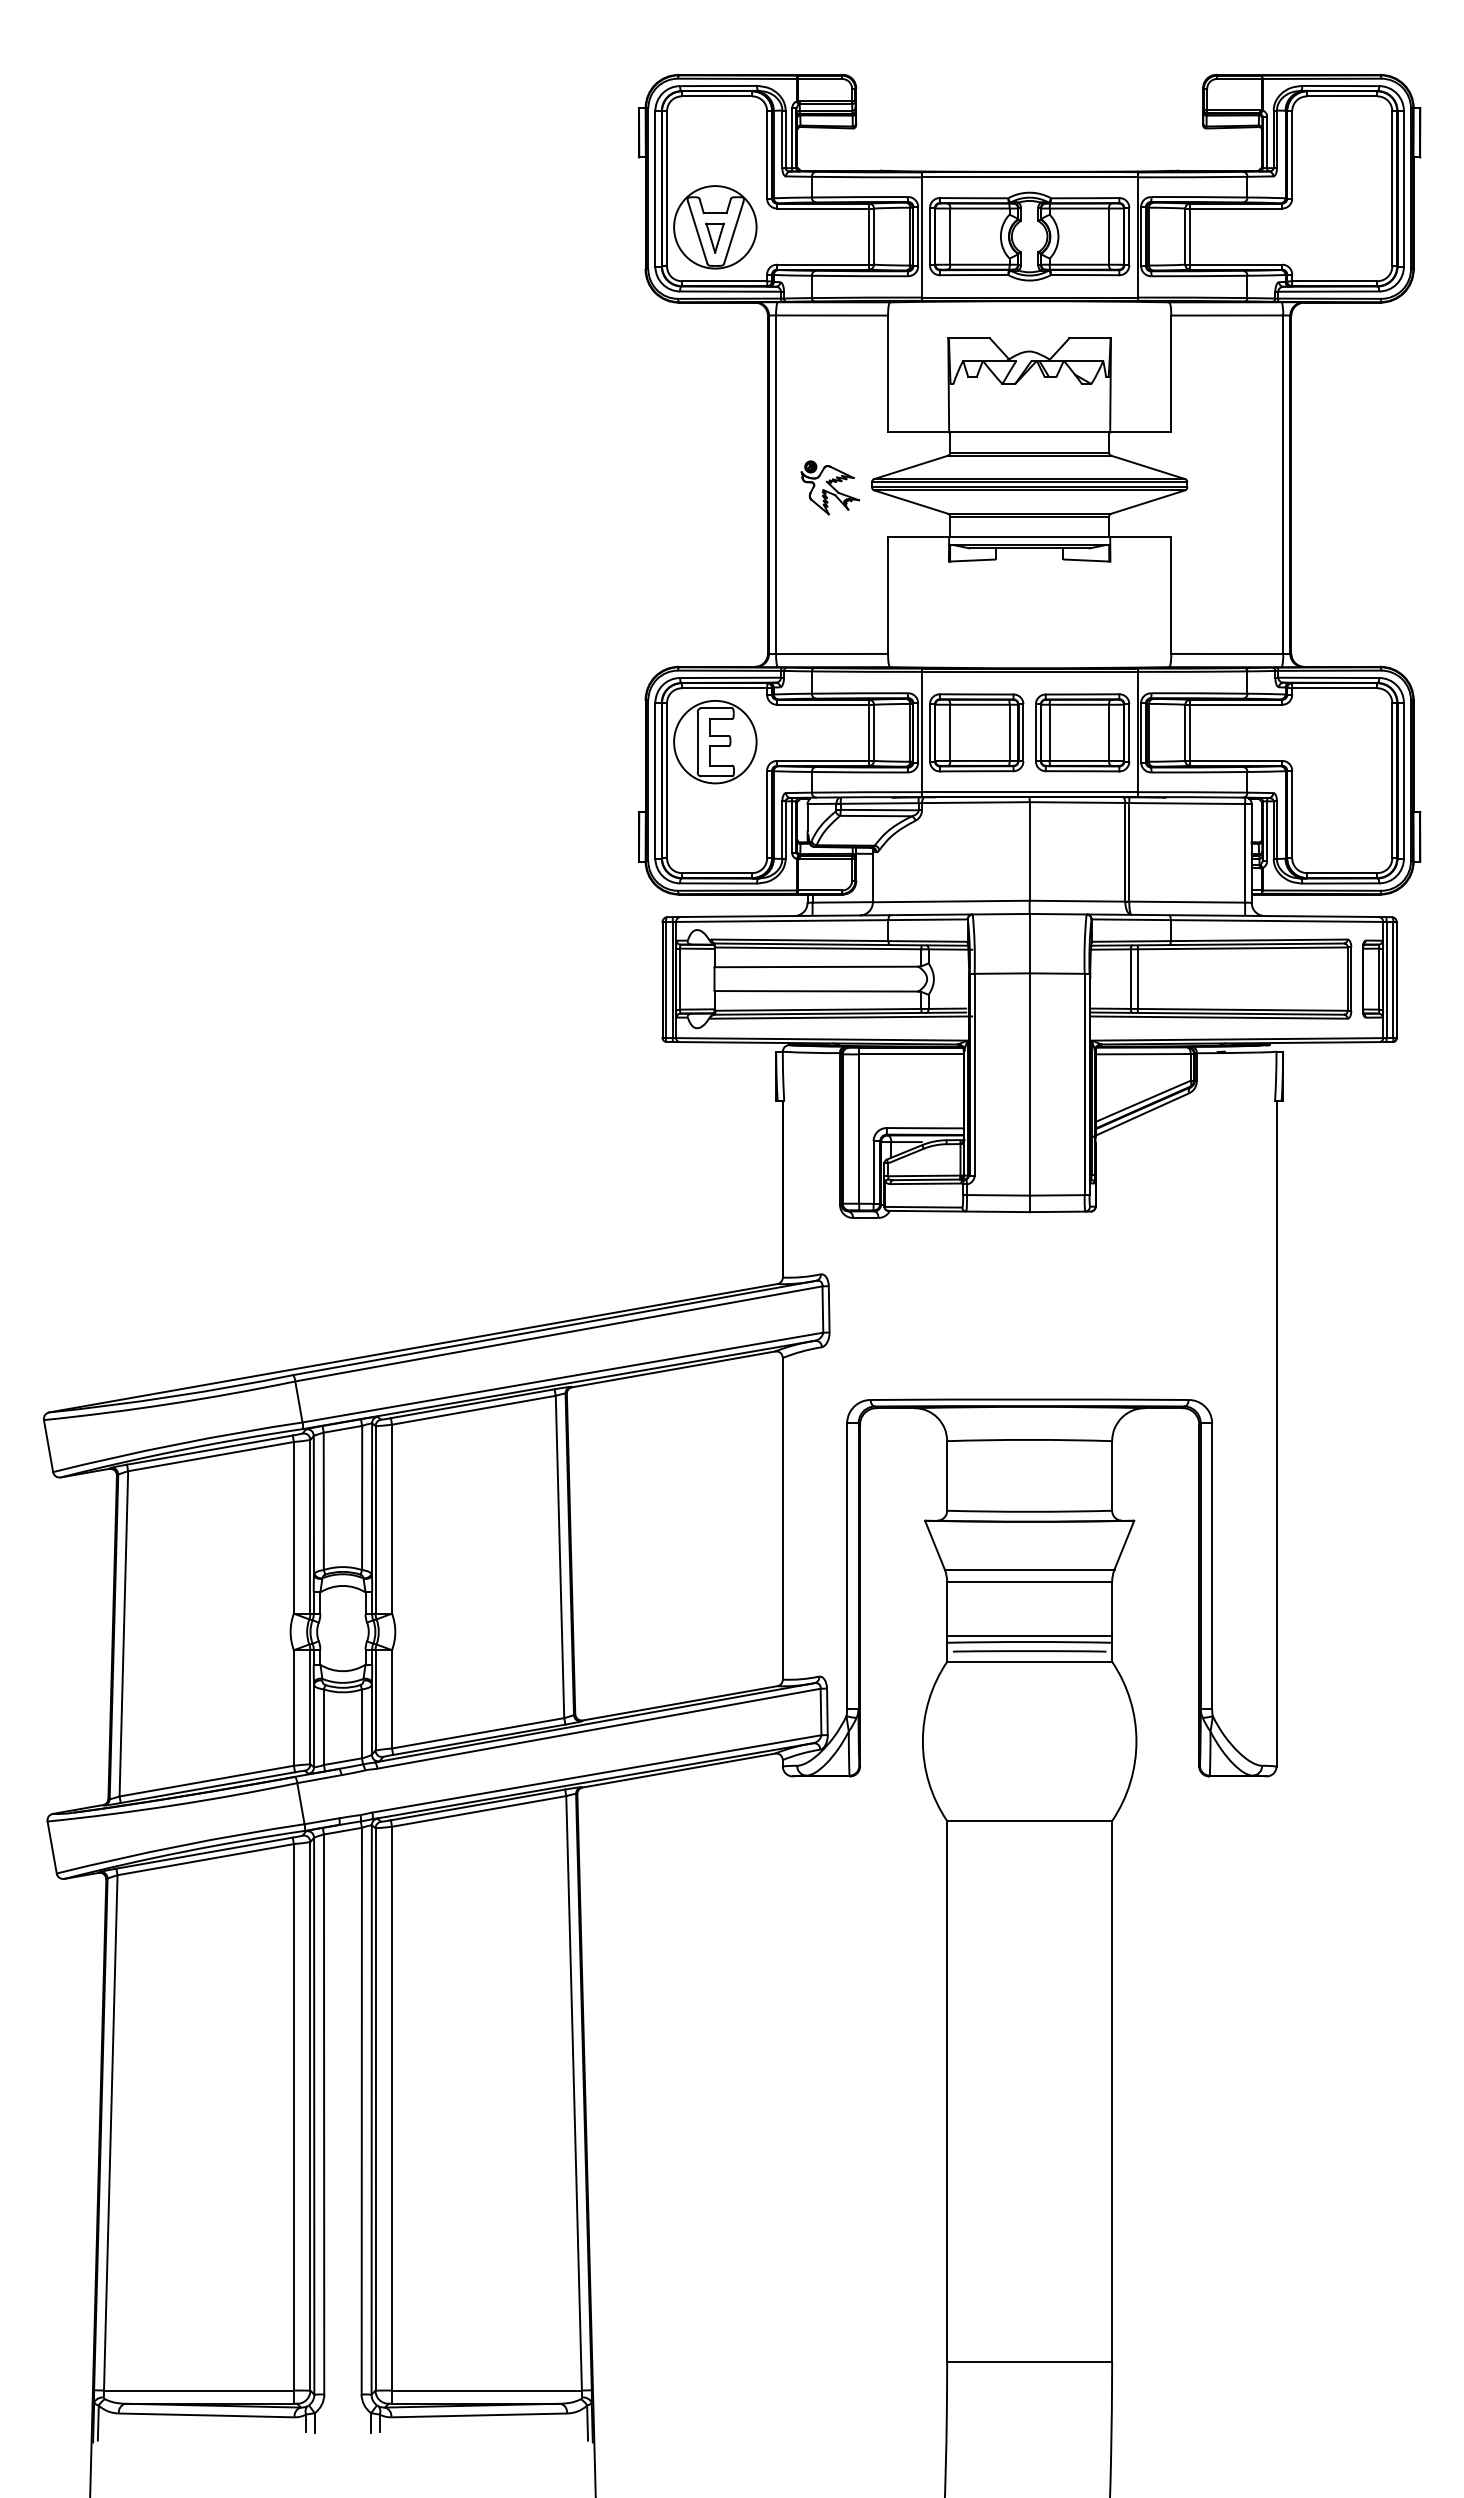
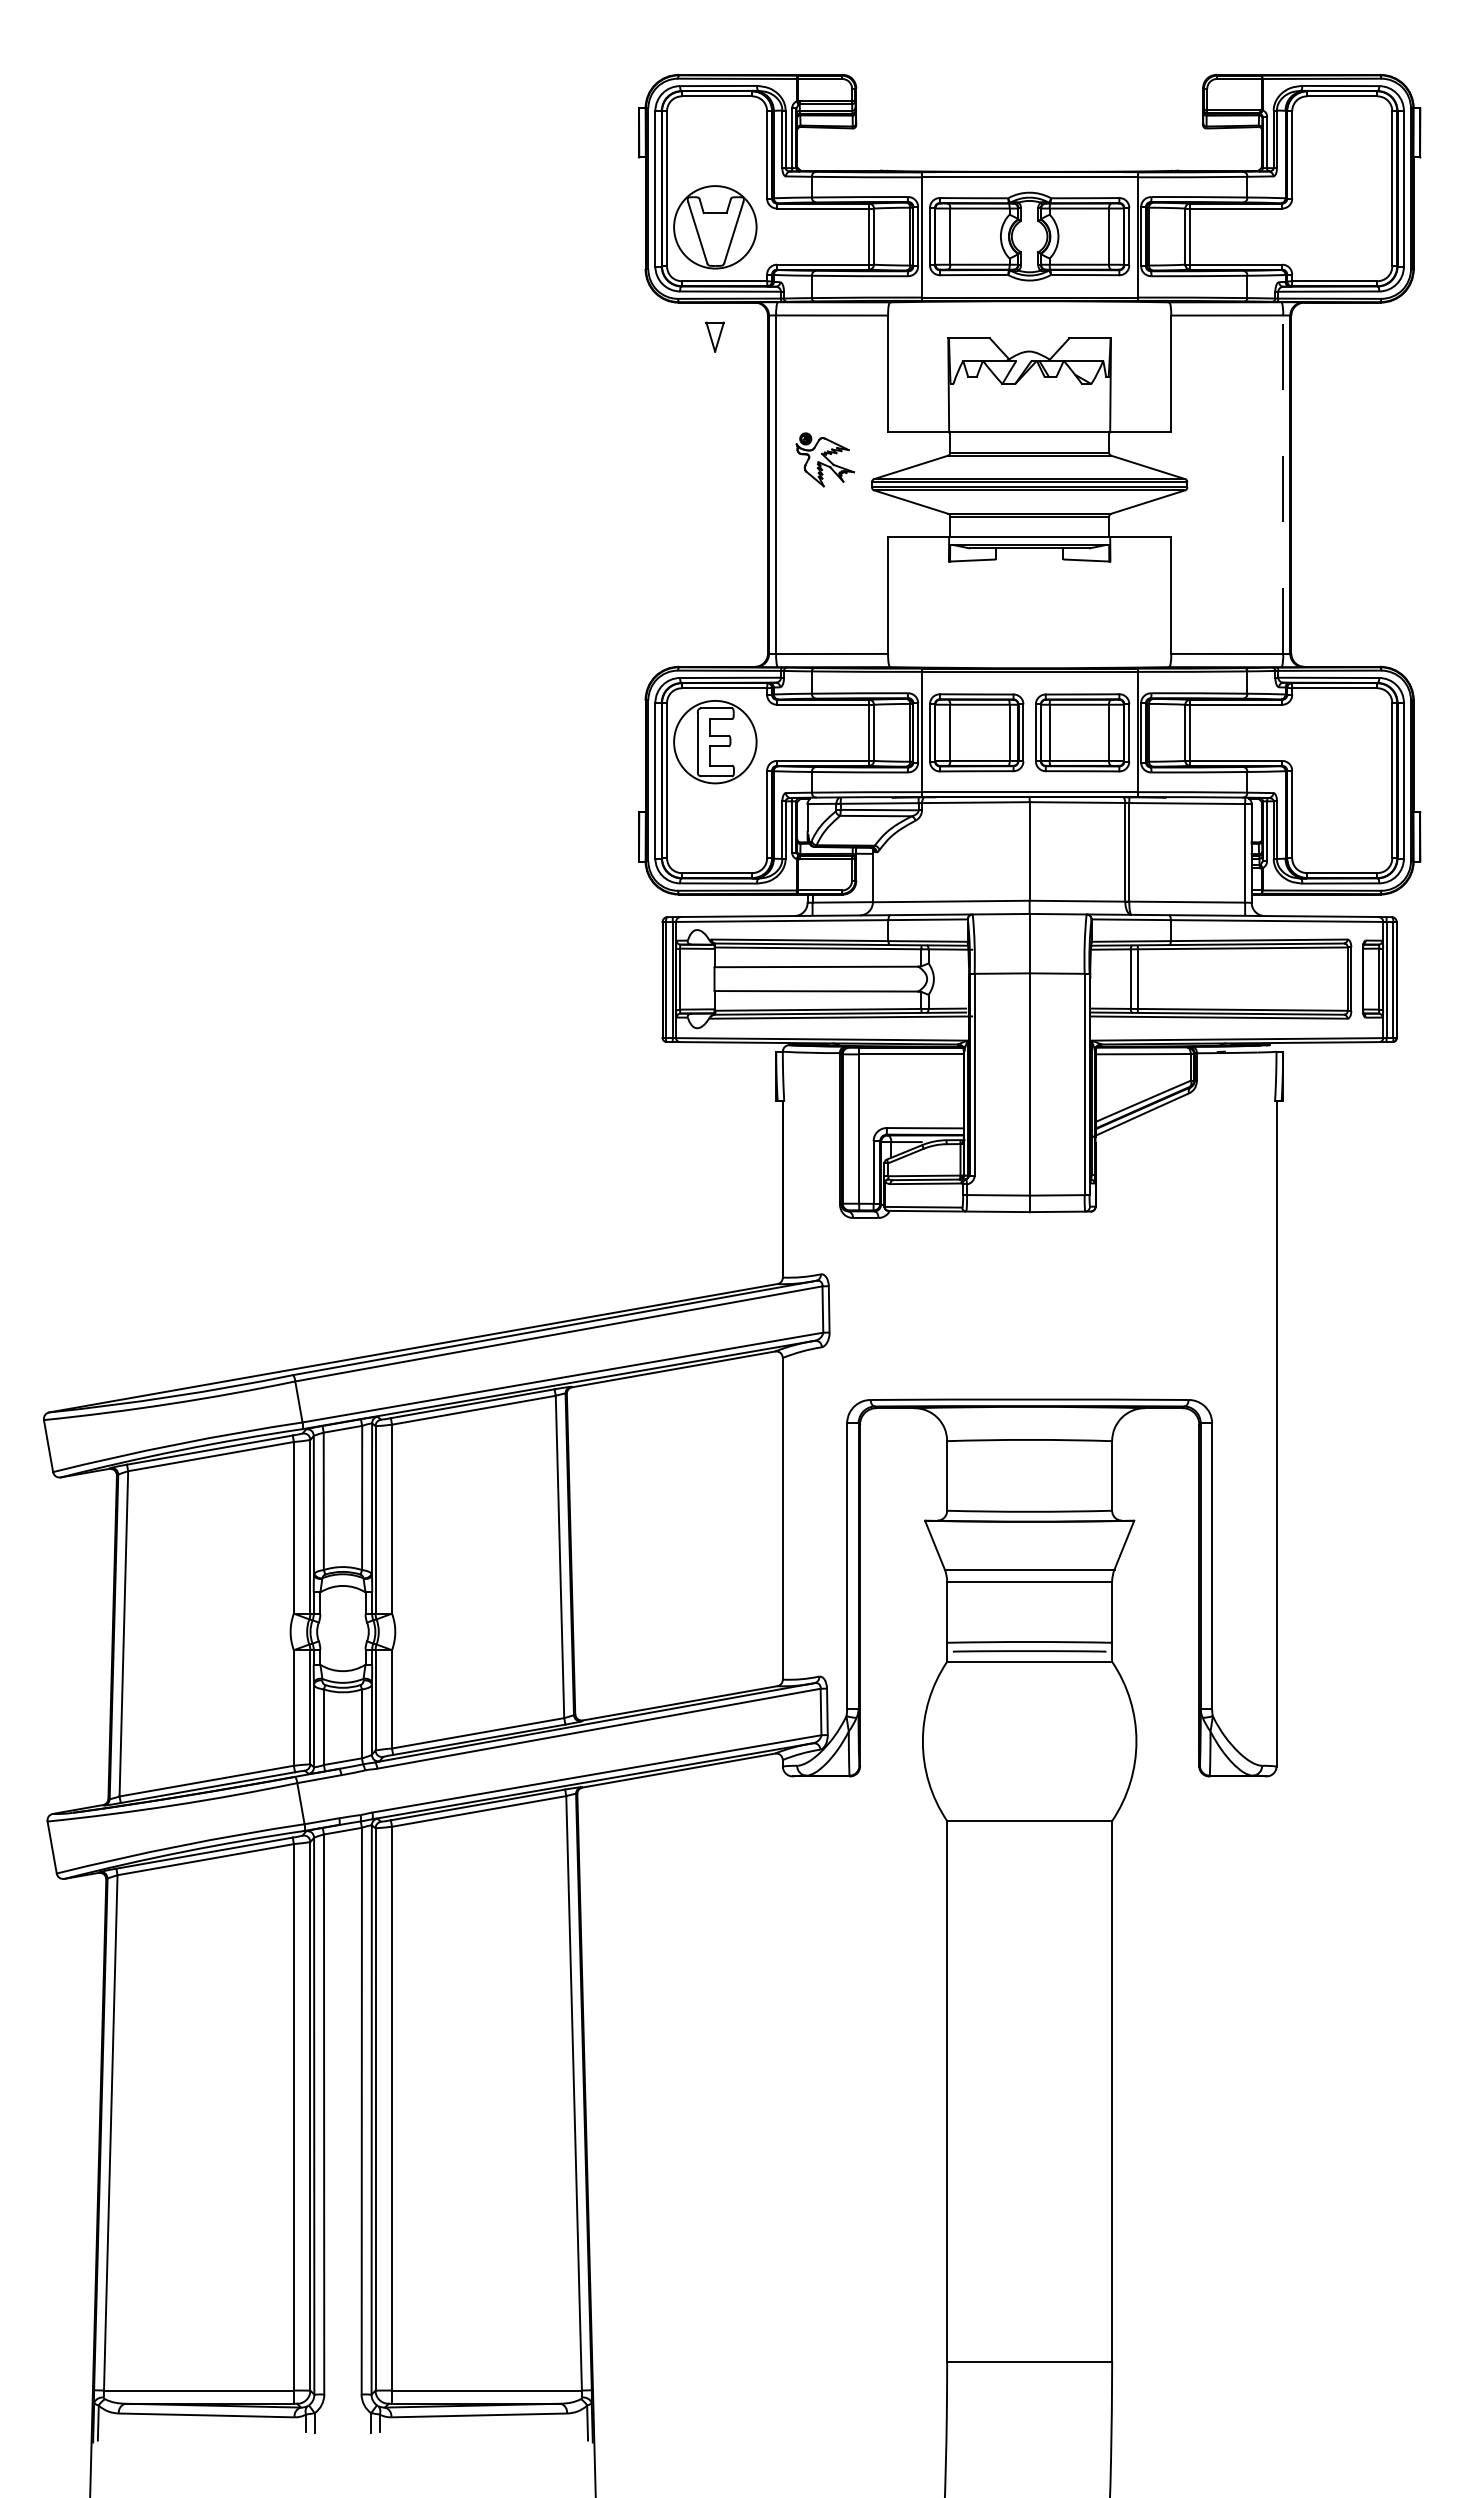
part at (714, 237) position: (714, 237) -> (714, 336)
line at (1283, 484): solid -> dashed
part at (829, 487) position: (829, 487) -> (824, 459)
line at (1029, 1635): present -> none
